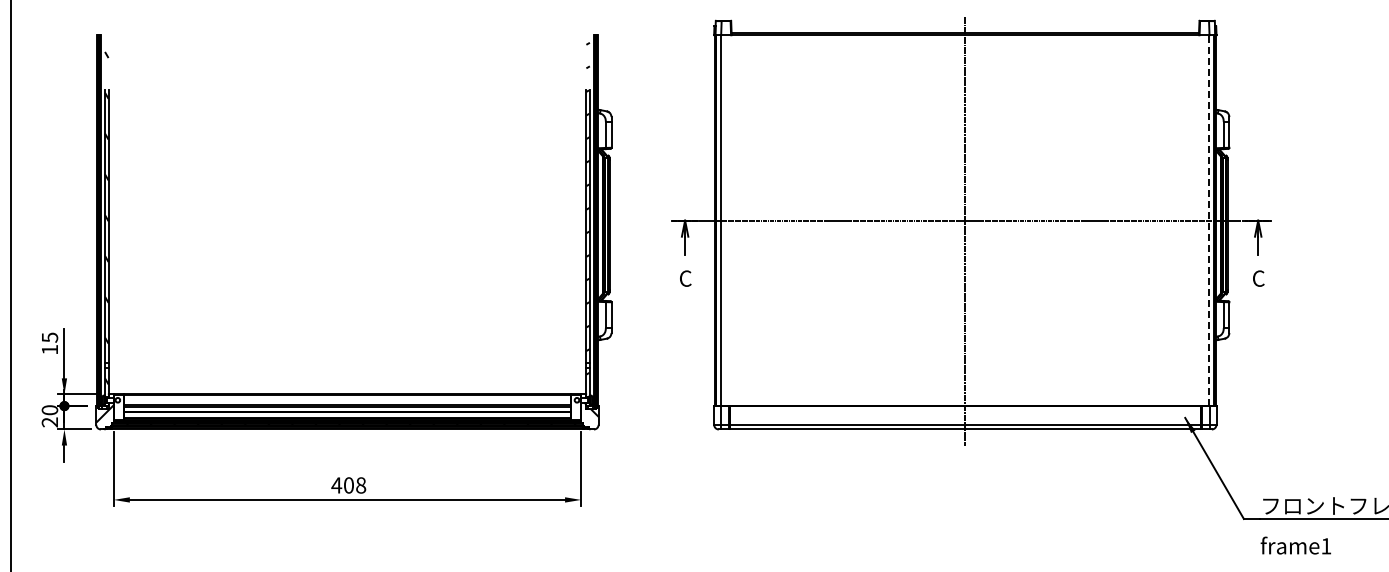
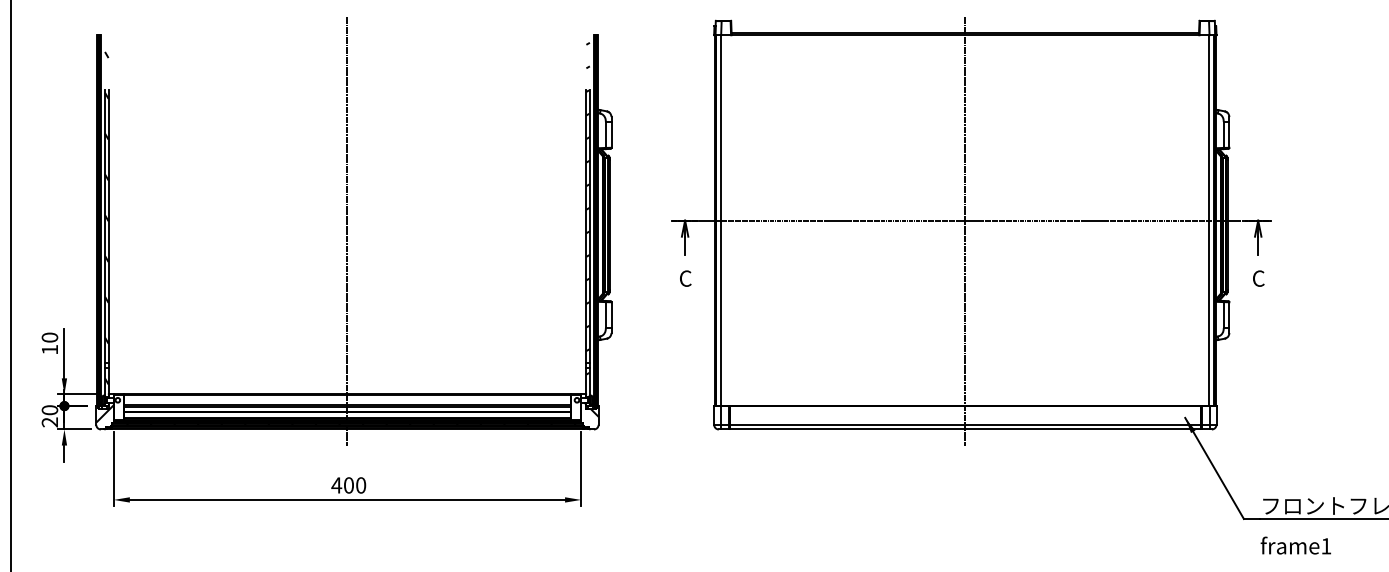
line at (1209, 220): dashed -> solid
line at (347, 231): none -> present
text at (49, 337): 15 -> 10
text at (361, 485): 408 -> 400
